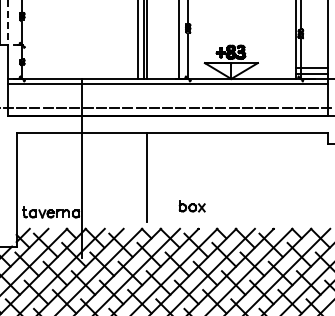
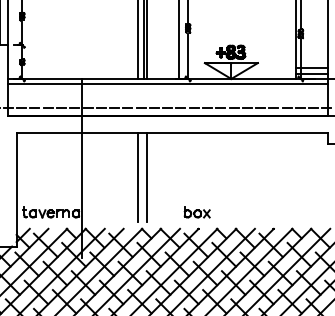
line at (7, 23): dashed -> solid
line at (138, 177): none -> present
part at (191, 206) position: (191, 206) -> (196, 212)
